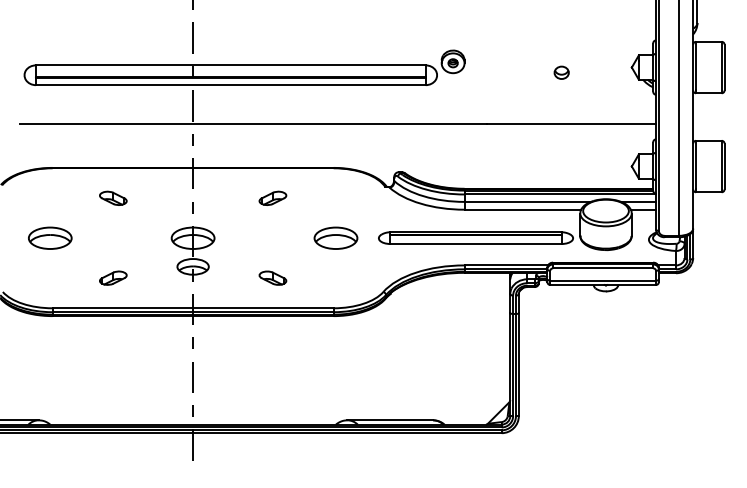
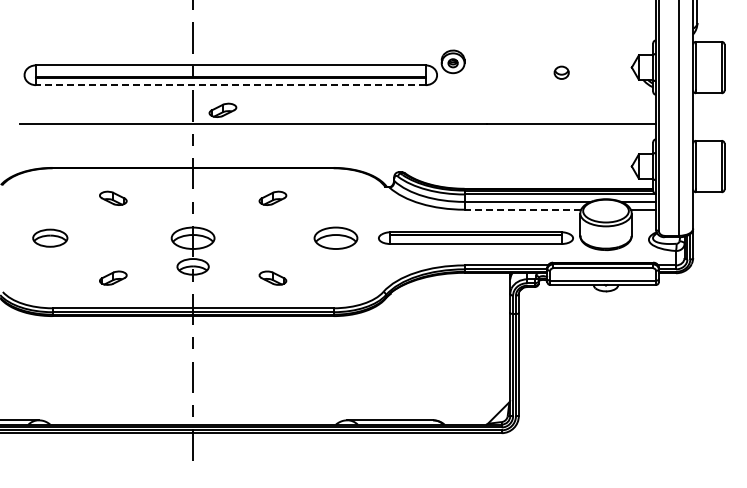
line at (230, 85): solid -> dashed
part at (222, 109): none -> present
line at (522, 209): solid -> dashed
part at (50, 237) size: 45x24 px -> 37x20 px
